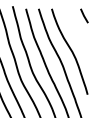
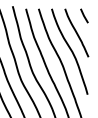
line at (76, 32): none -> present
